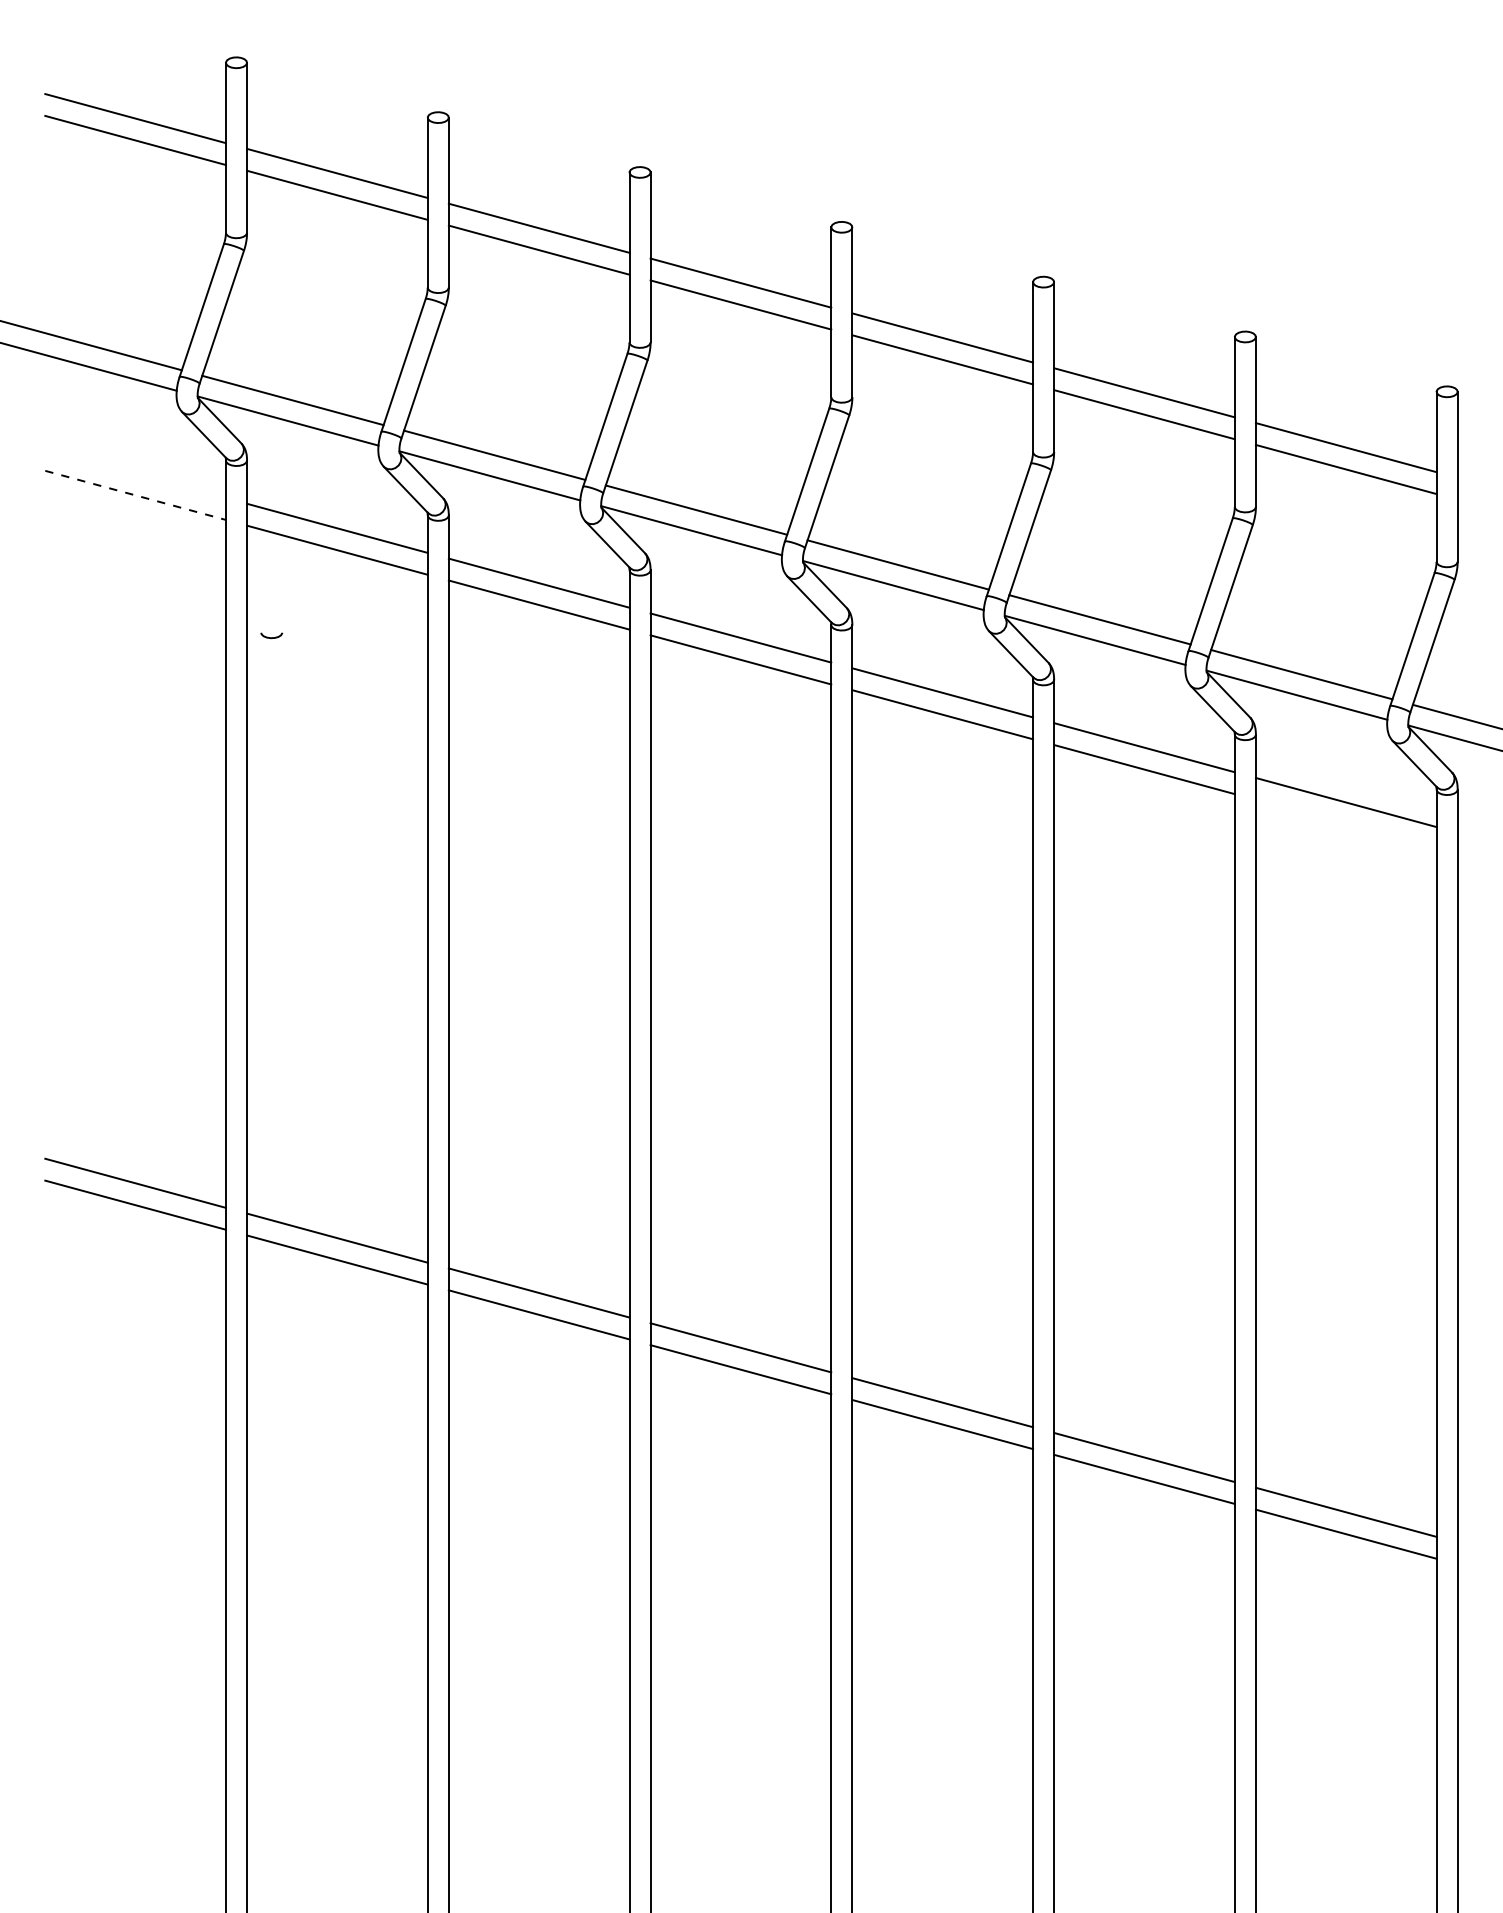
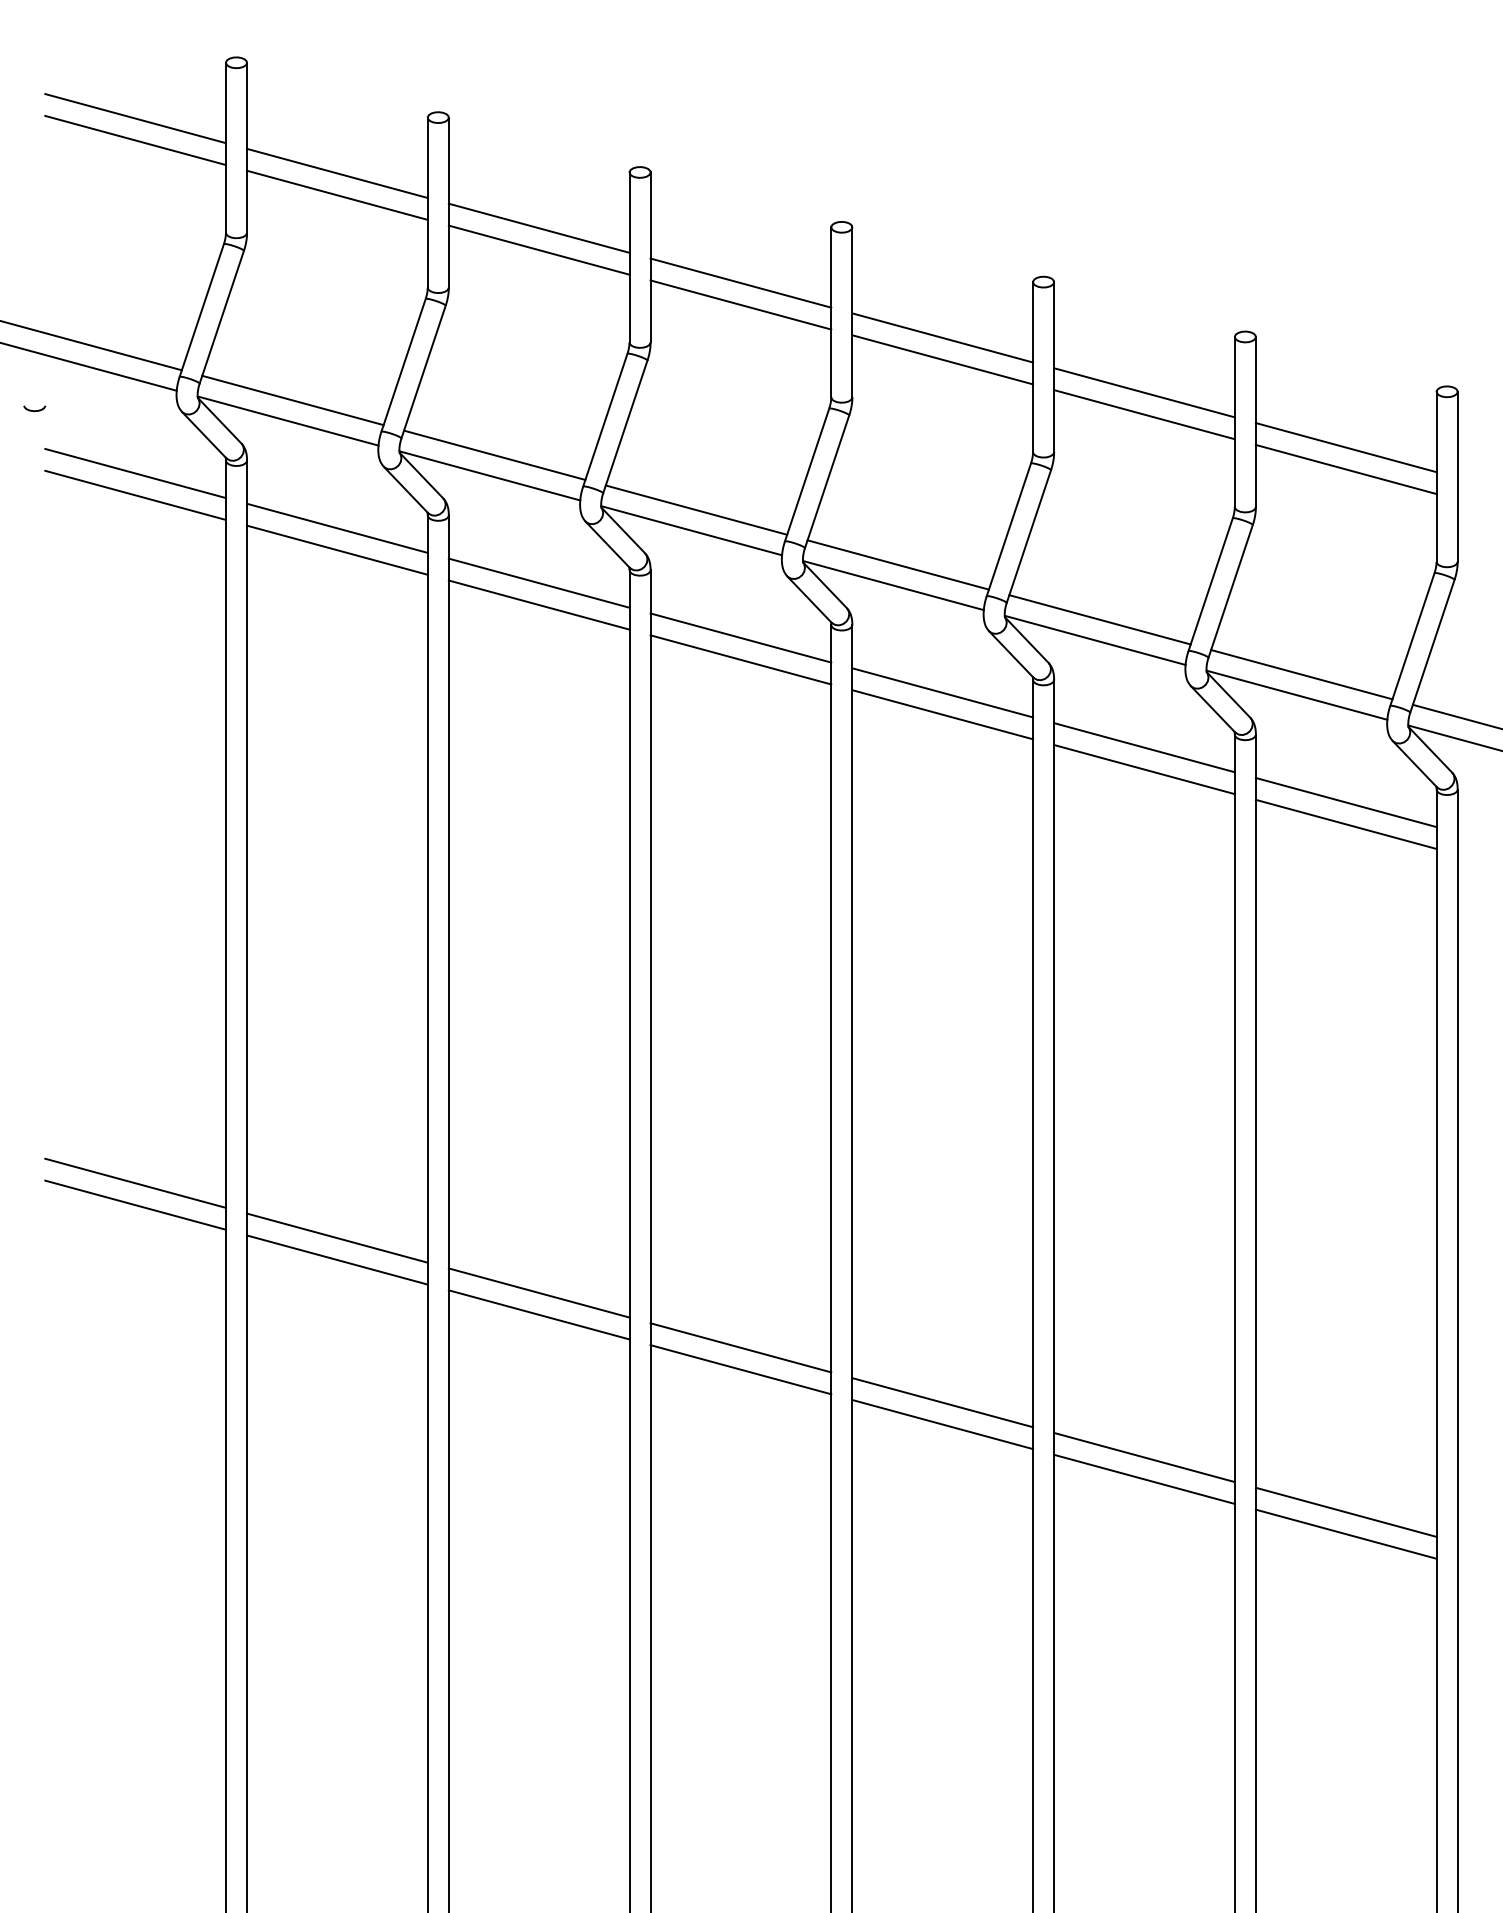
line at (135, 473): none -> present
line at (135, 495): dashed -> solid
curve at (271, 637) position: (271, 637) -> (34, 410)
line at (1345, 823): none -> present
